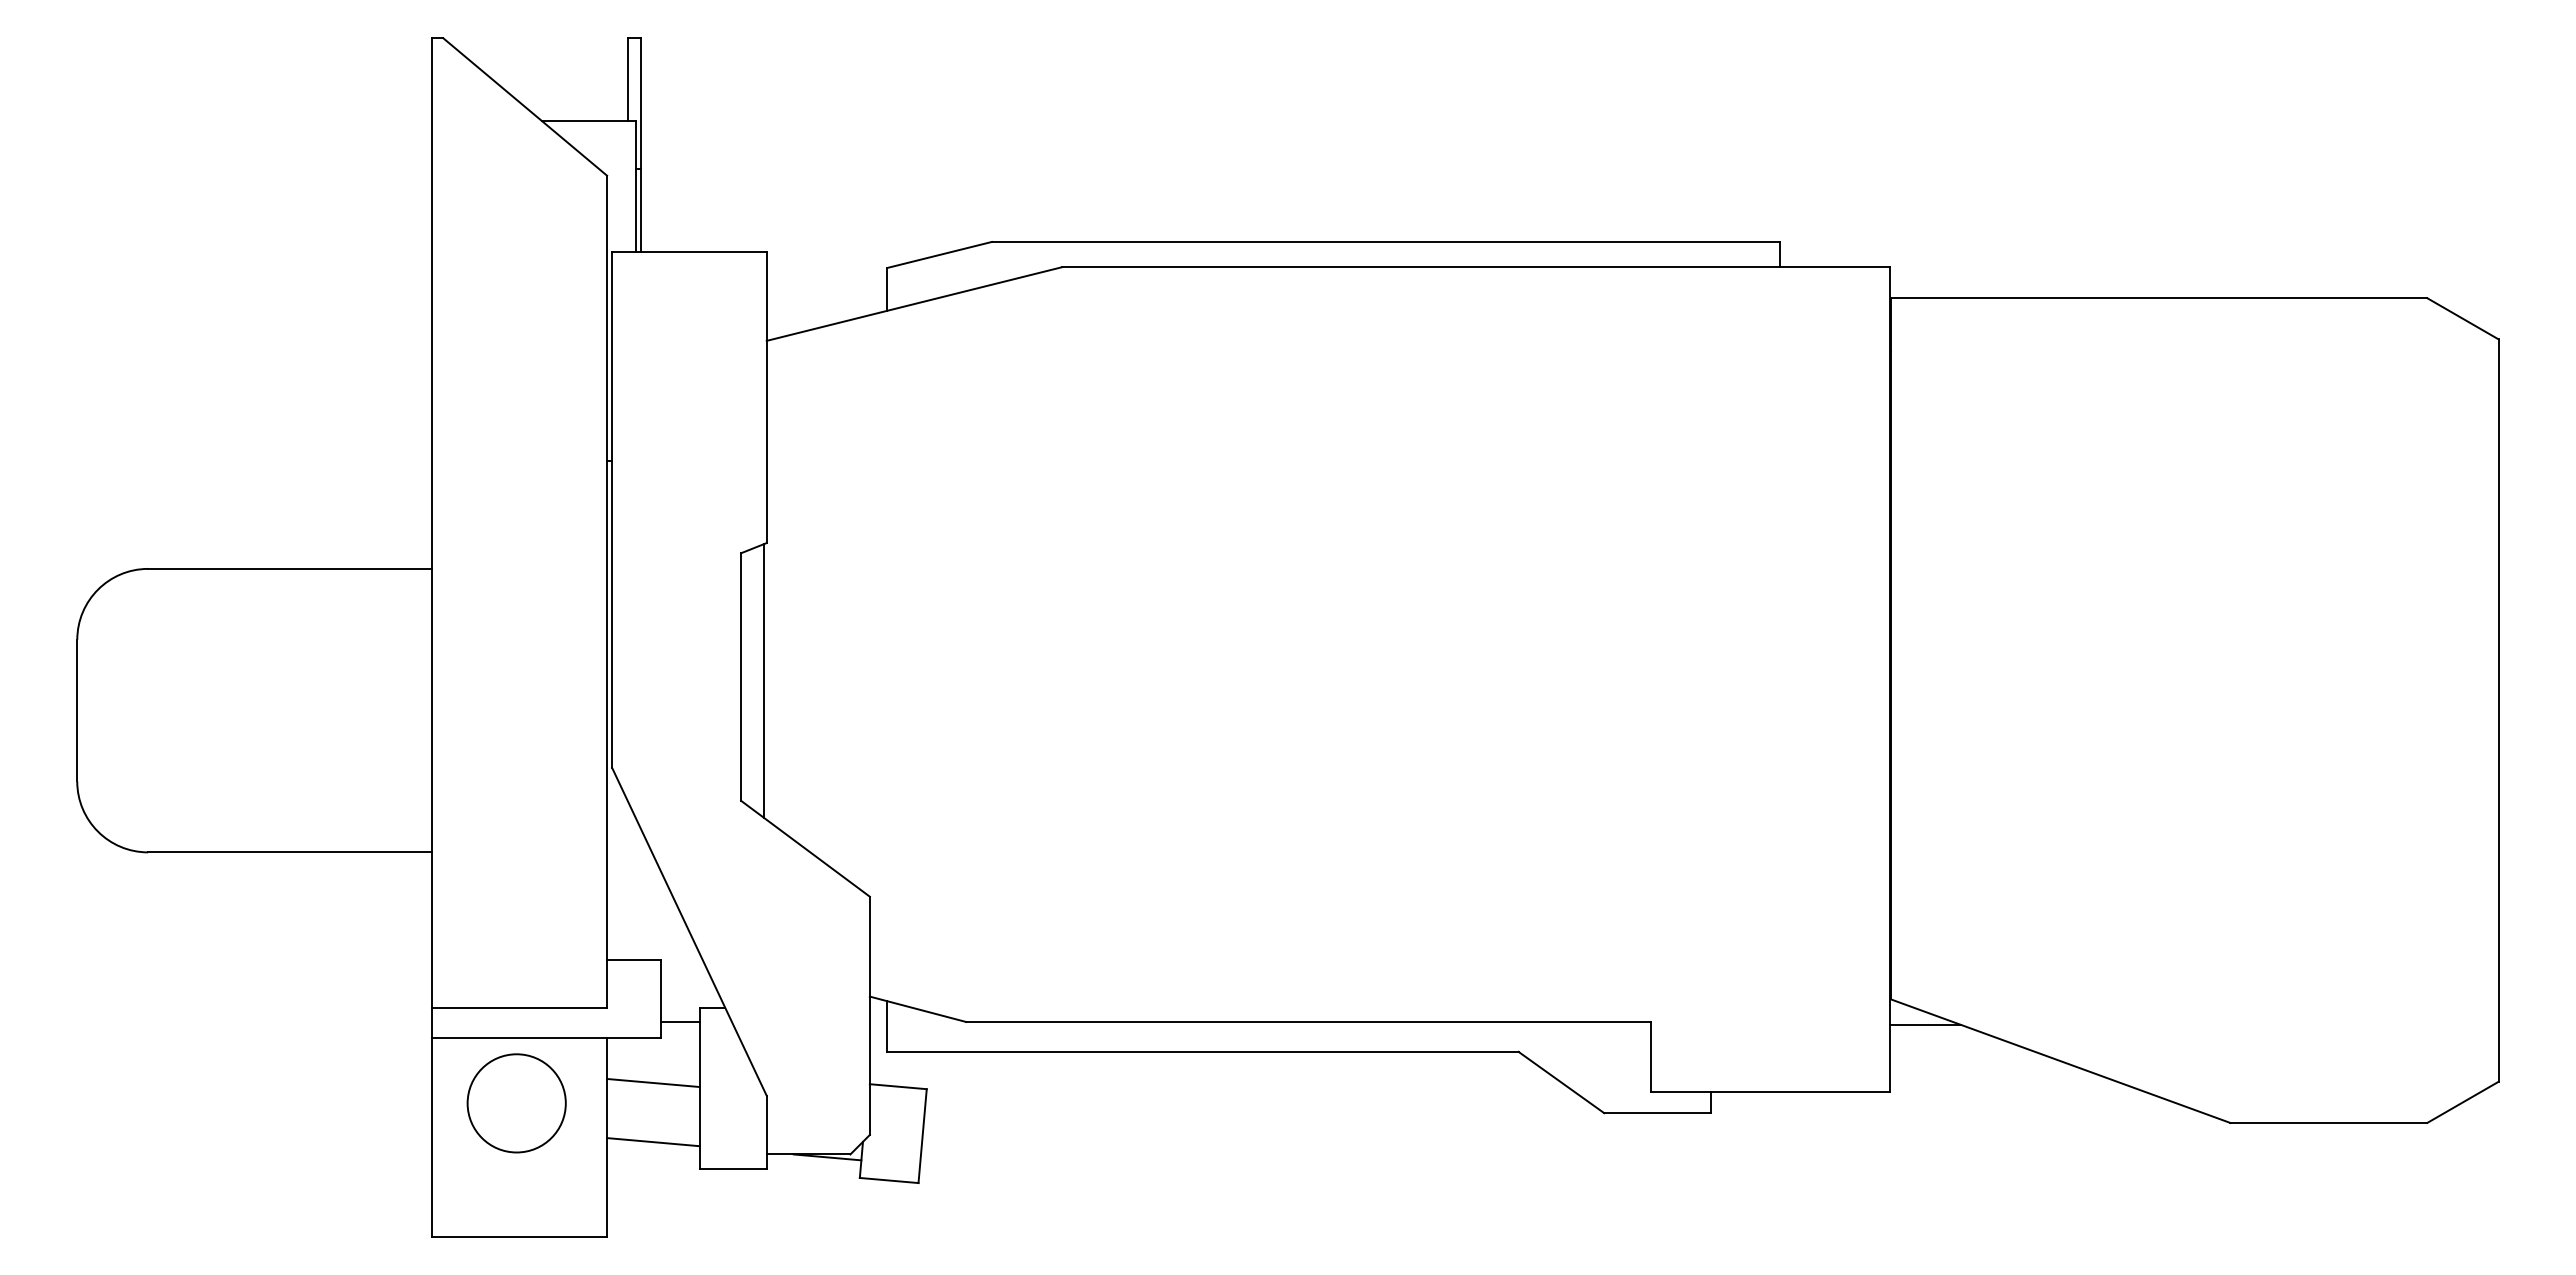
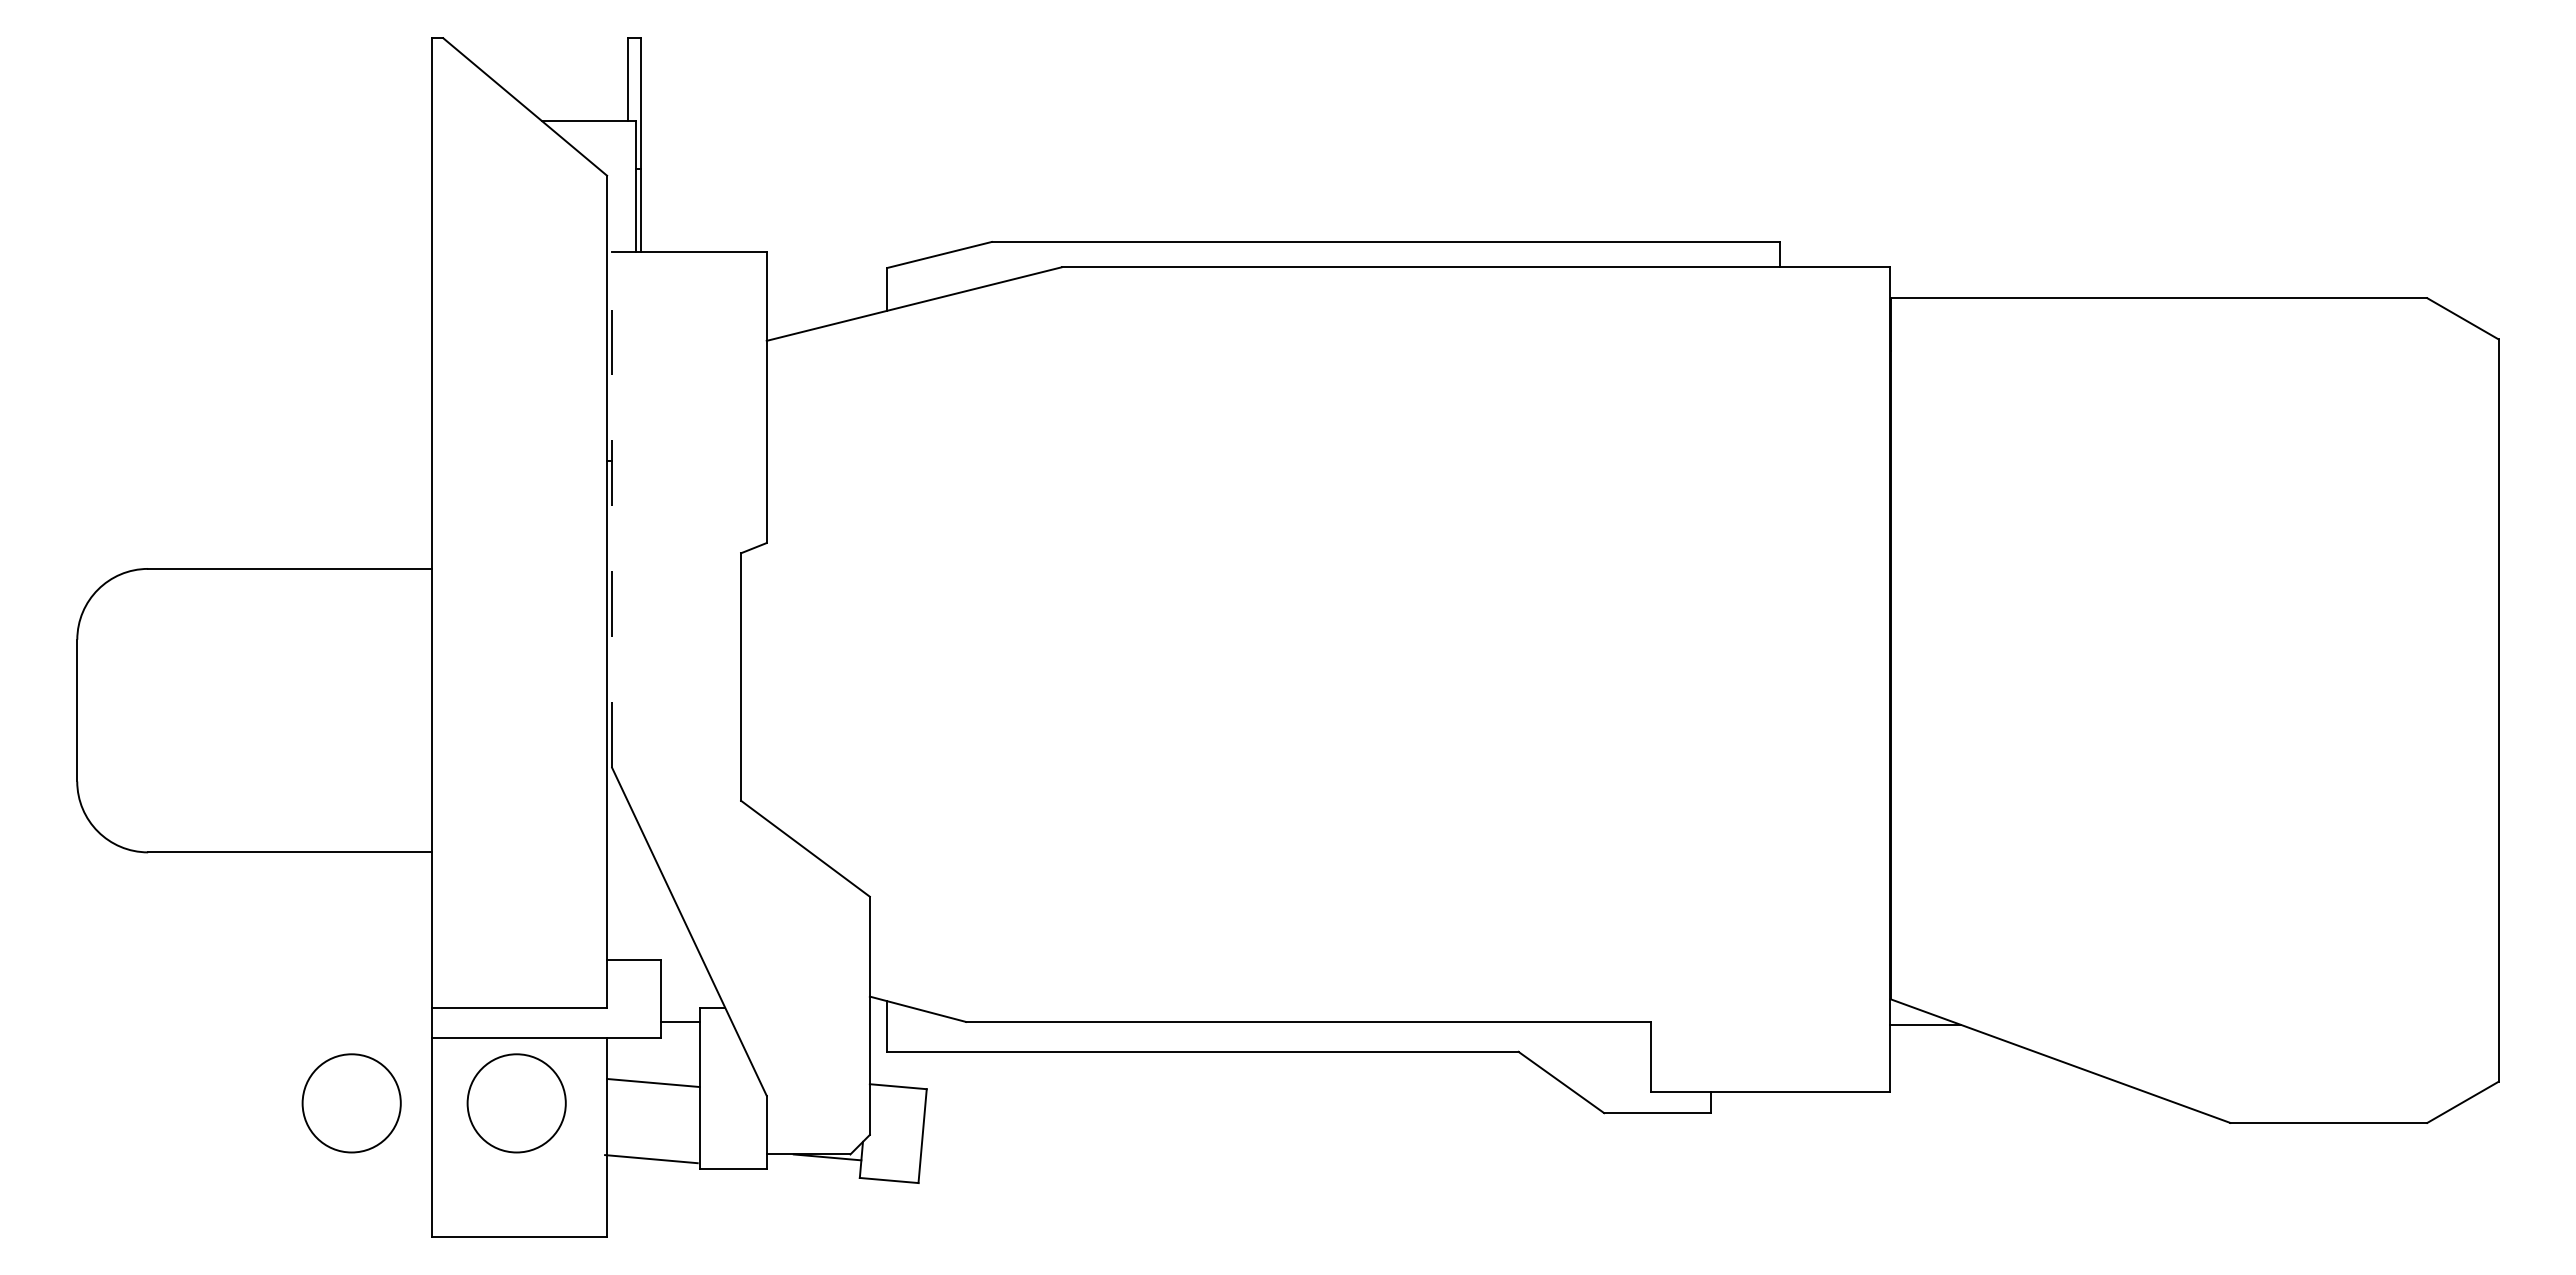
line at (612, 510): solid -> dashed
line at (764, 681): present -> none
circle at (351, 1103): none -> present
line at (653, 1142) position: (653, 1142) -> (651, 1159)
